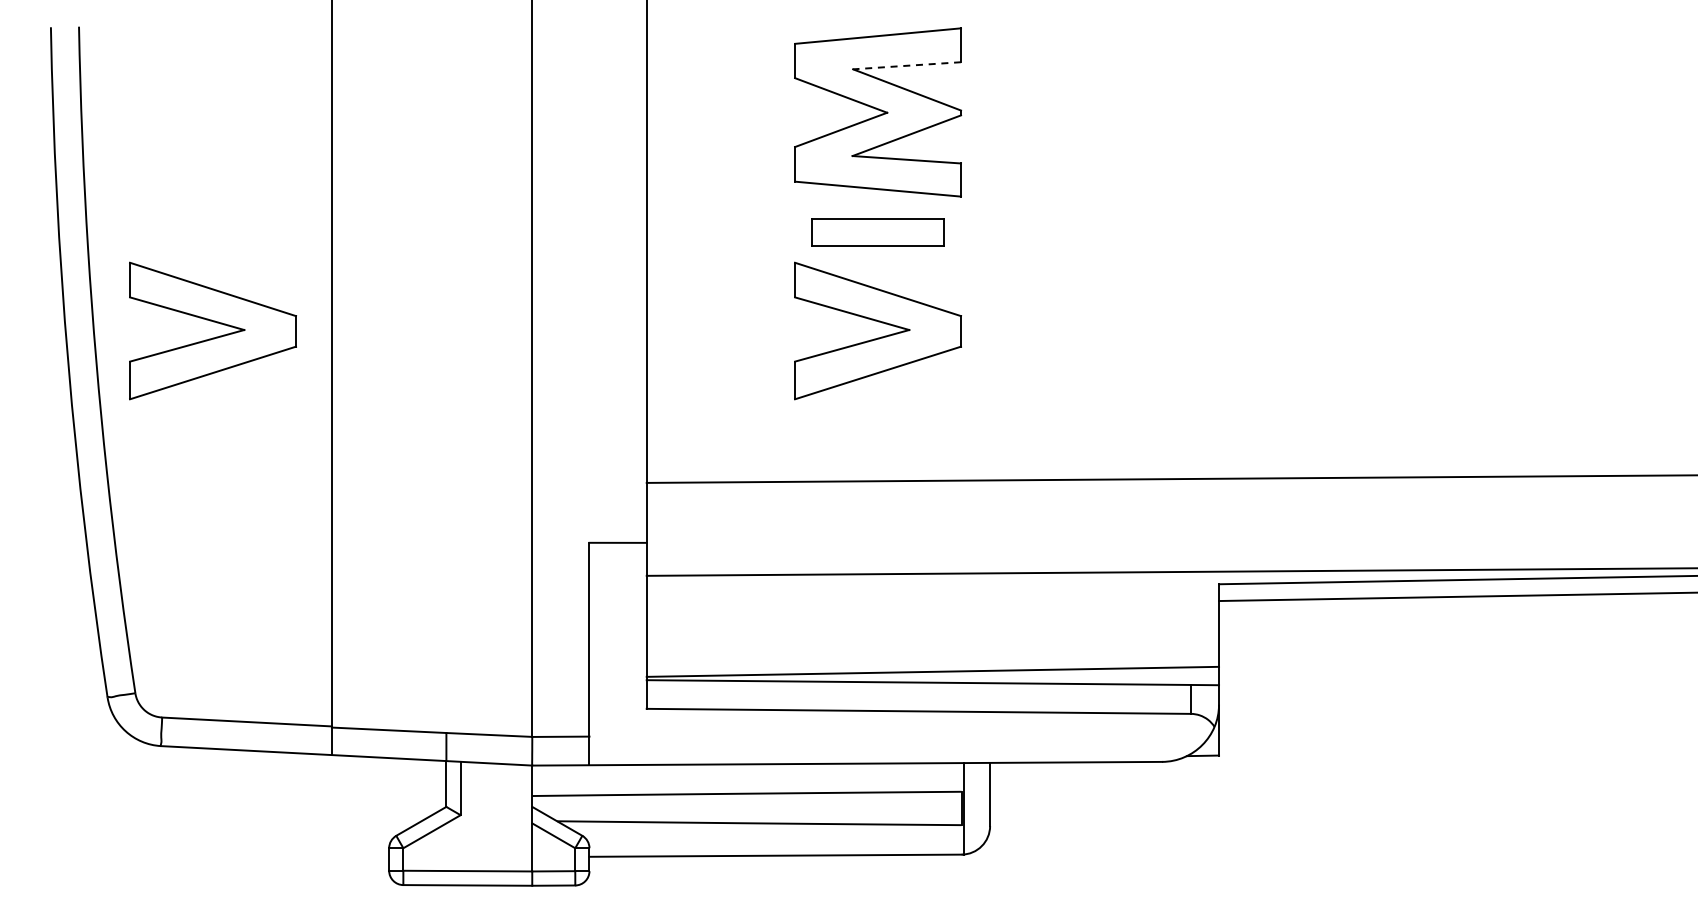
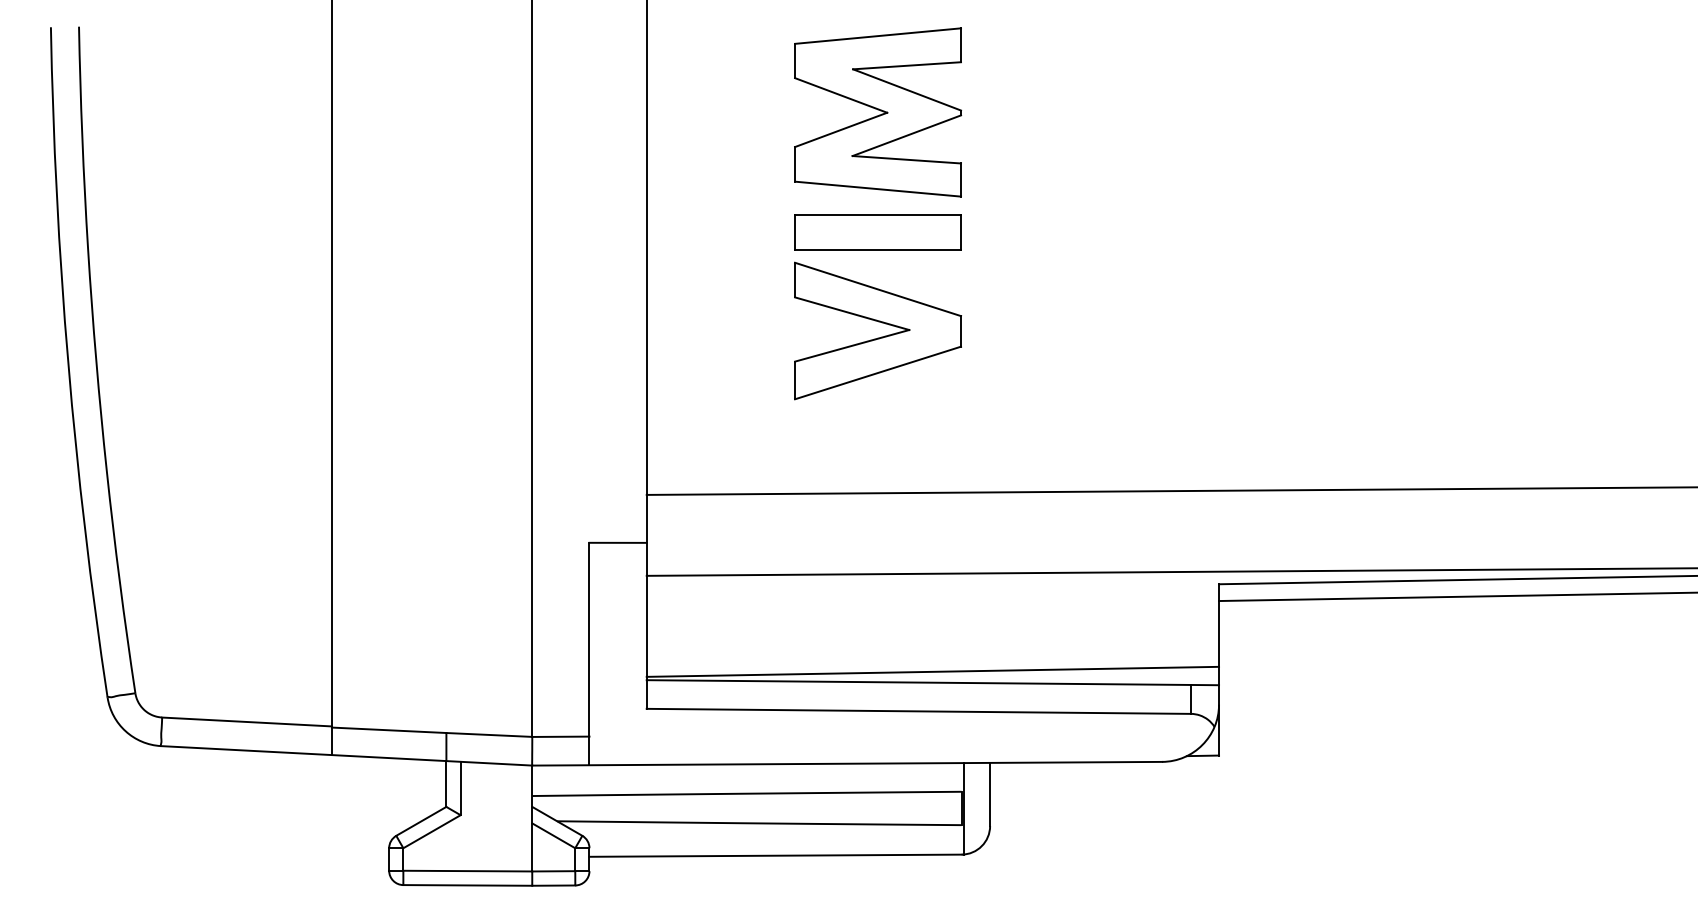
line at (906, 65): dashed -> solid
part at (877, 232) size: 134x29 px -> 168x37 px
part at (212, 337): present -> none
line at (1170, 478) position: (1170, 478) -> (1170, 490)
